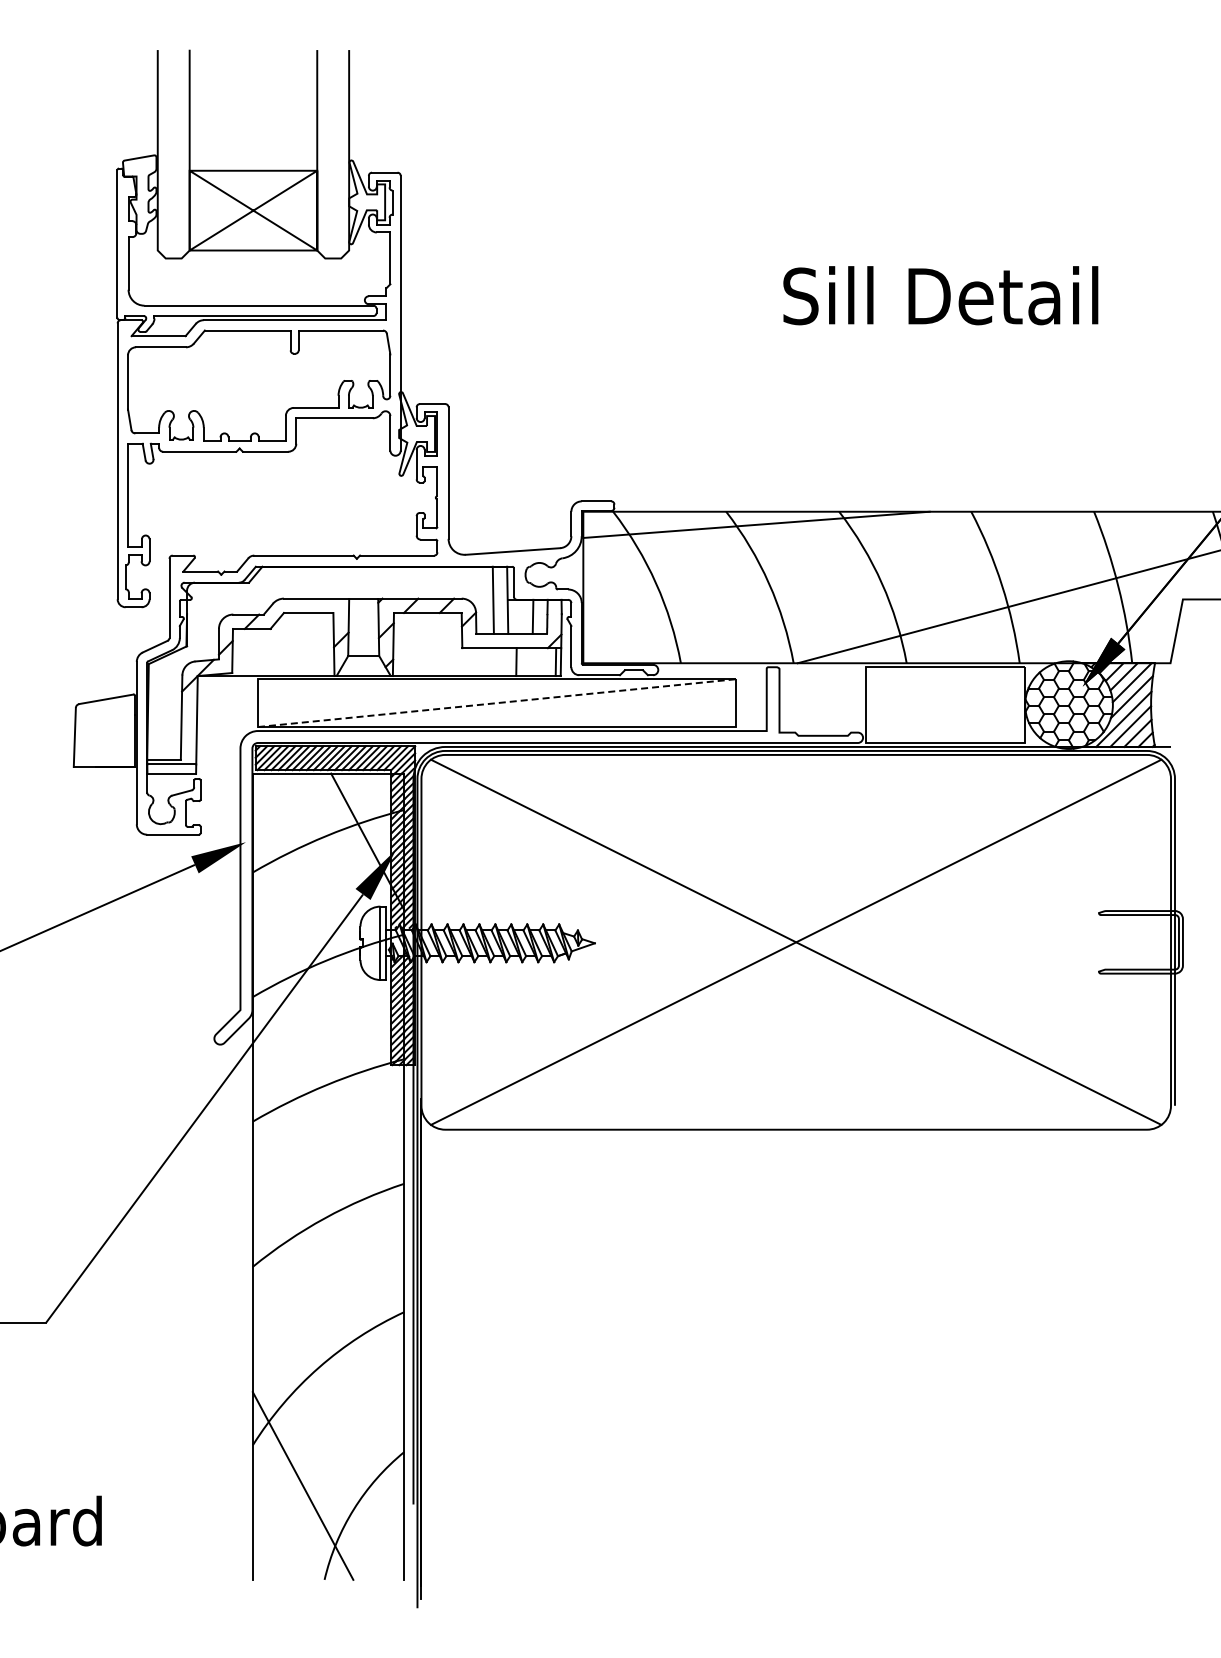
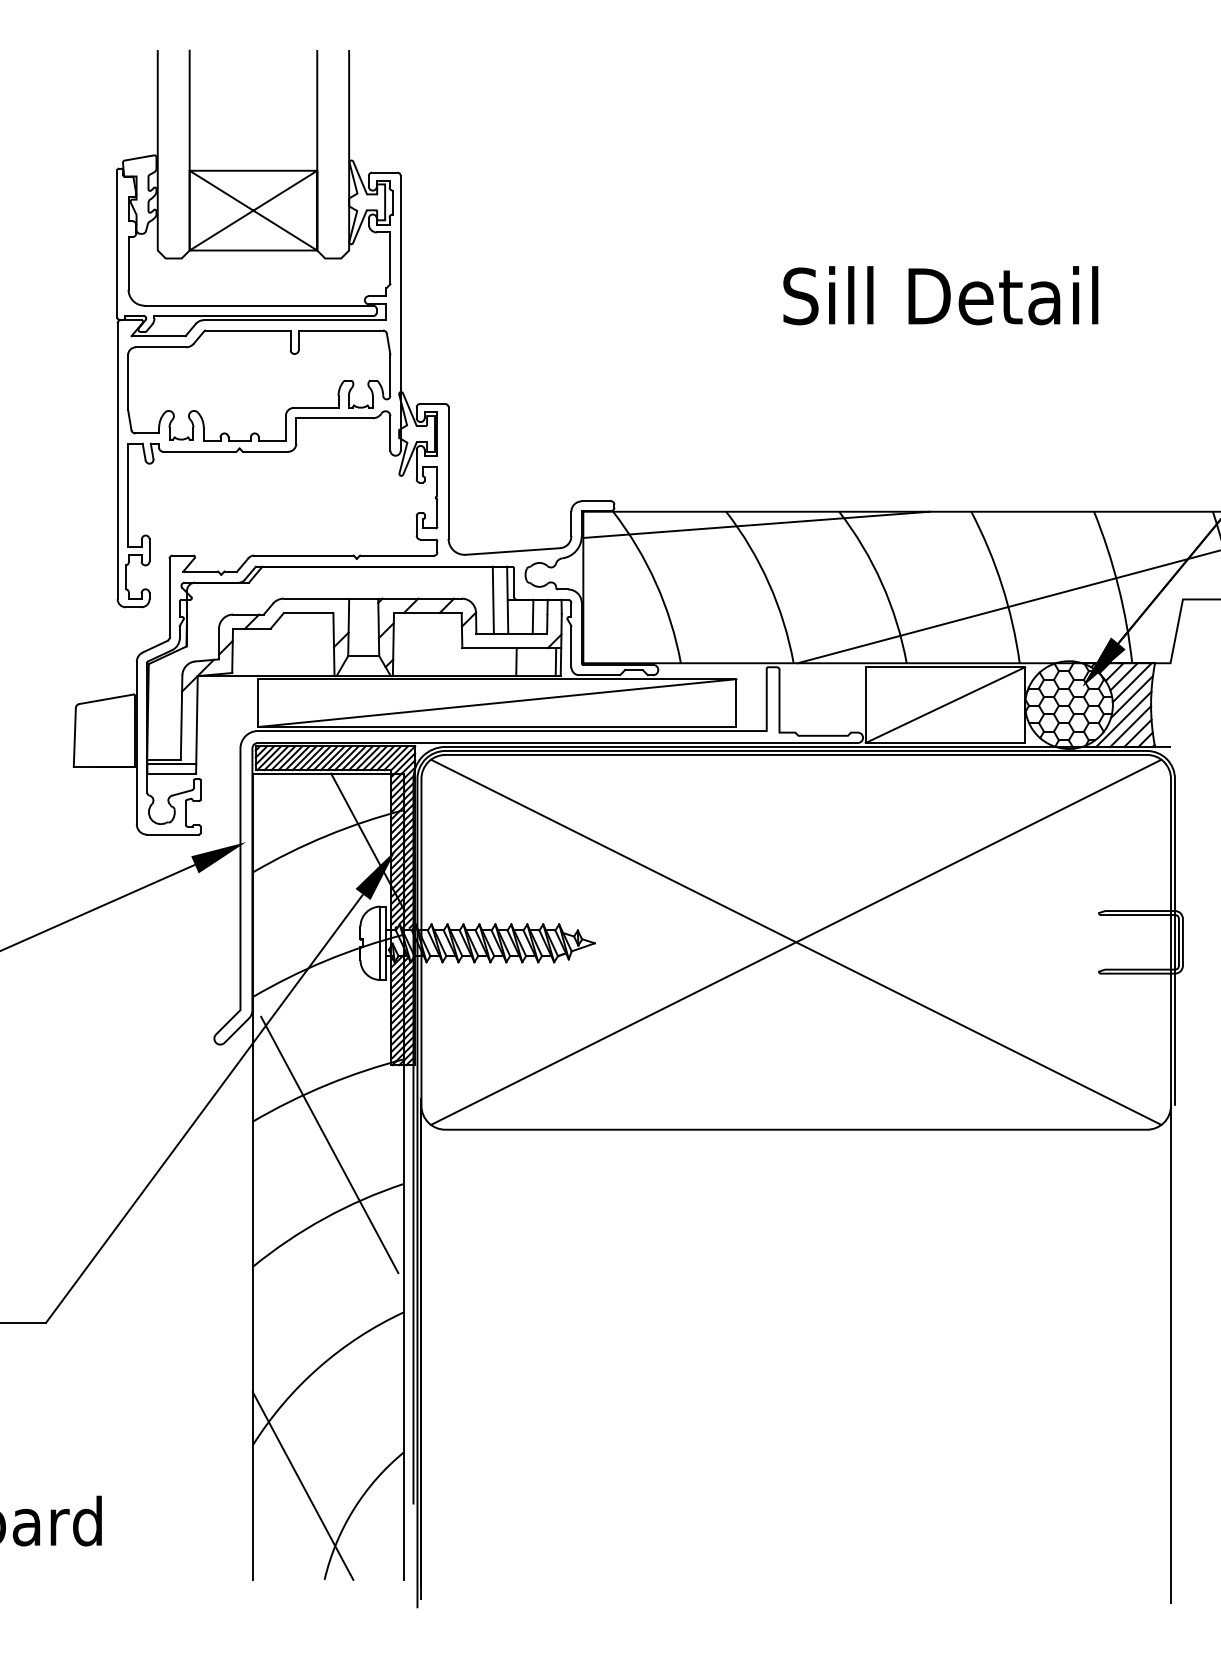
line at (497, 703): dashed -> solid
line at (945, 704): none -> present
line at (329, 1144): none -> present
line at (1171, 1352): none -> present
